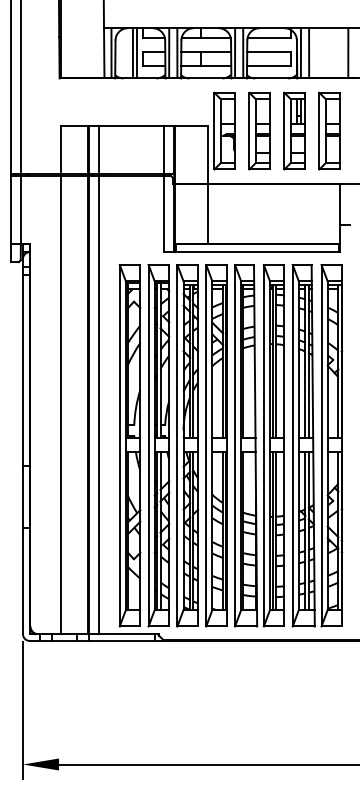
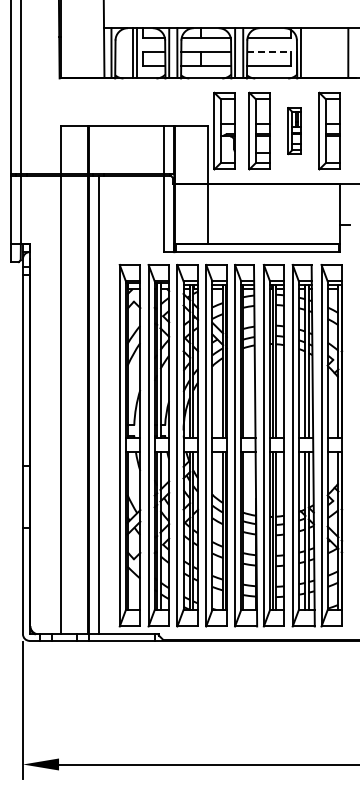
line at (269, 52): solid -> dashed
line at (309, 52): present -> none
part at (294, 130) size: 23x80 px -> 15x49 px
line at (99, 149): present -> none
